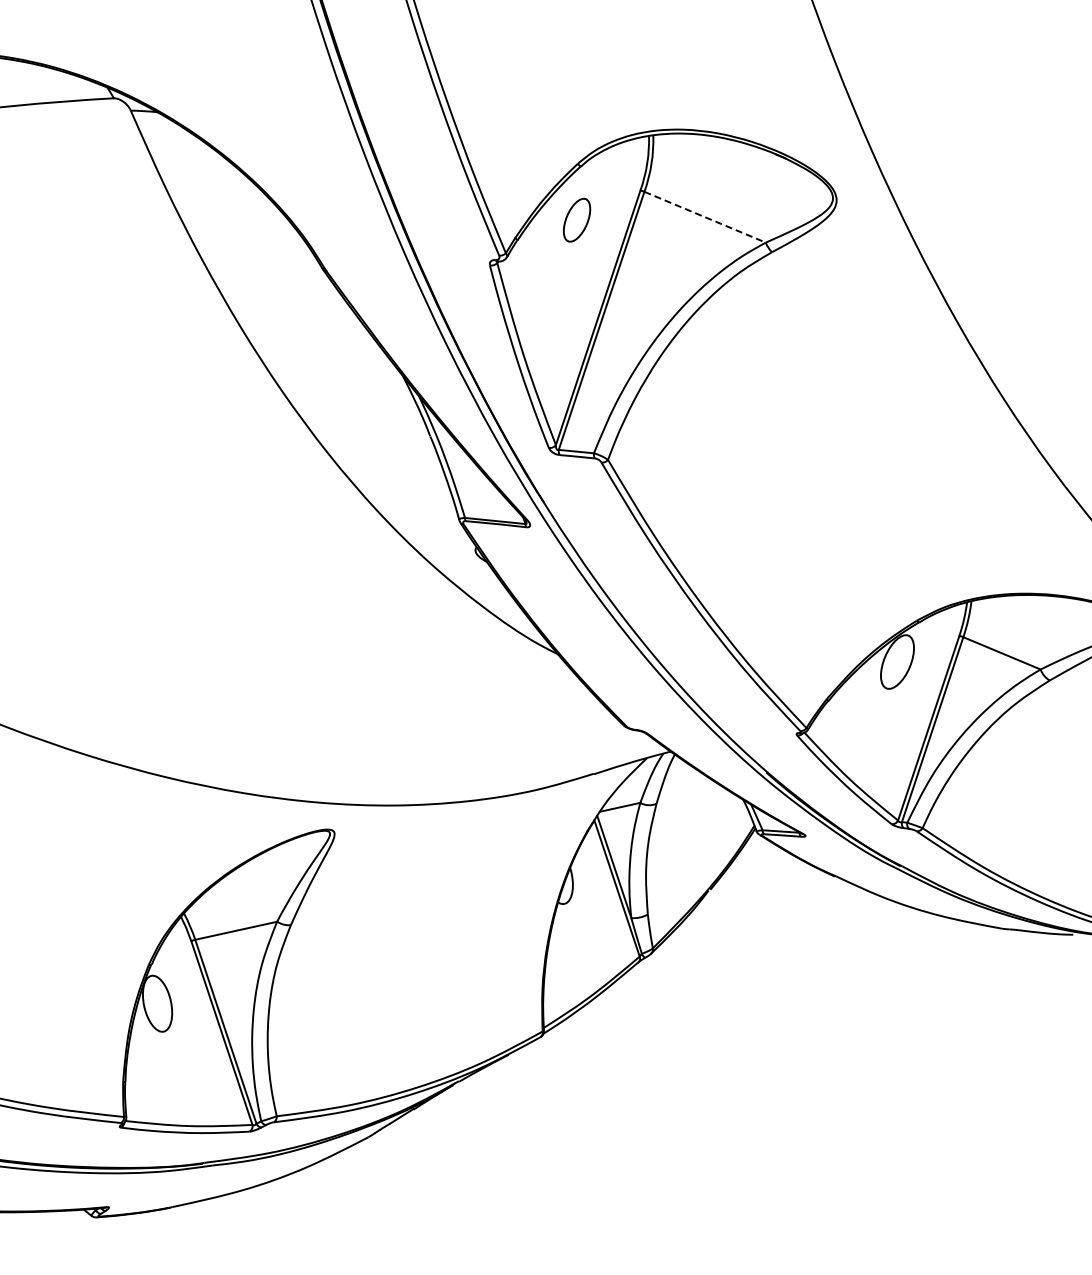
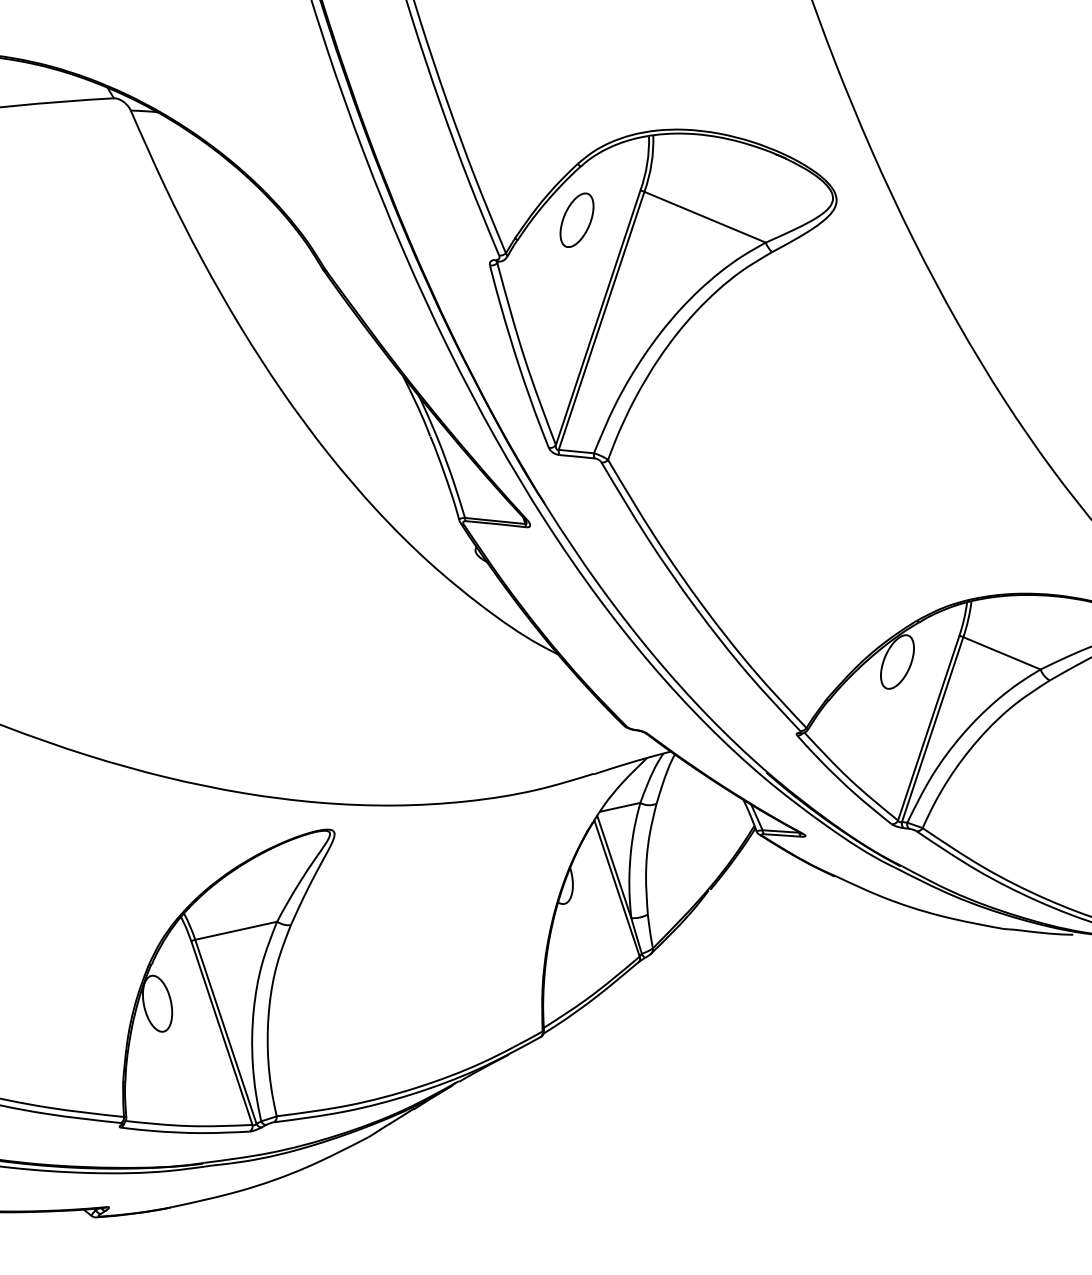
line at (705, 217): dashed -> solid
part at (576, 219) size: 30x46 px -> 36x56 px
